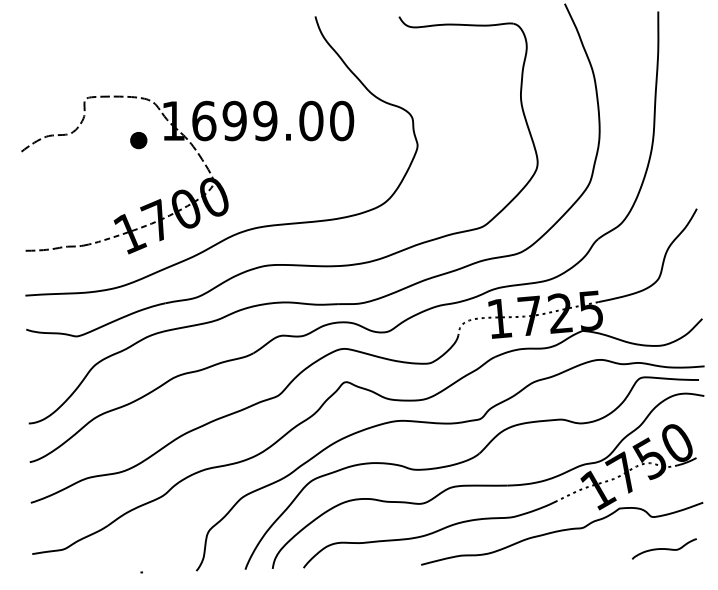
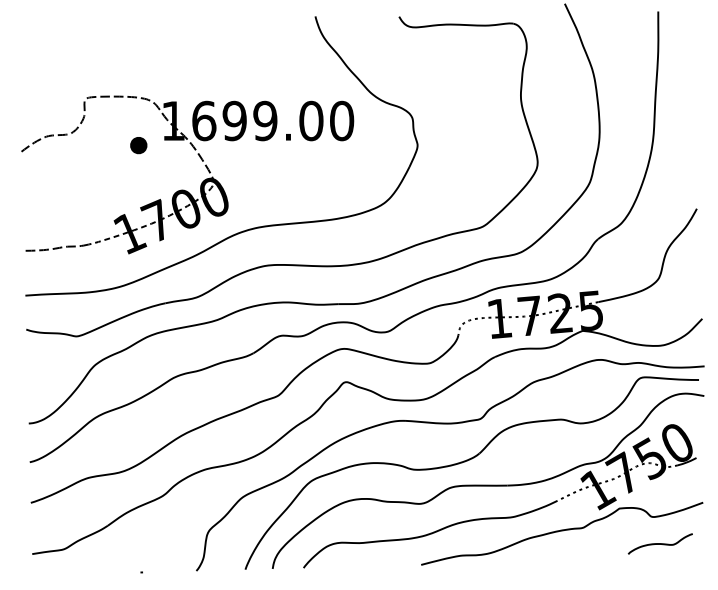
part at (138, 140) position: (138, 140) -> (138, 145)
curve at (663, 548) position: (663, 548) -> (659, 543)
